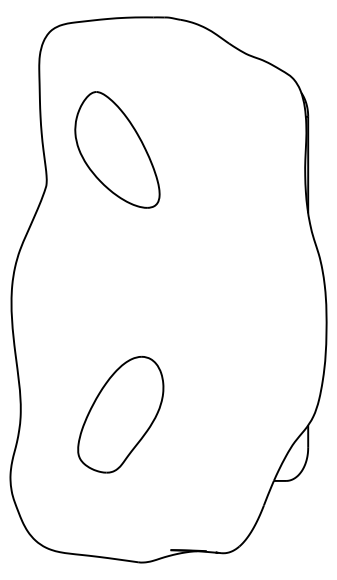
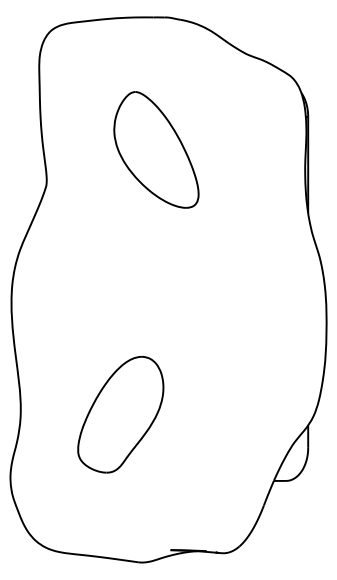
part at (117, 149) position: (117, 149) -> (156, 149)
